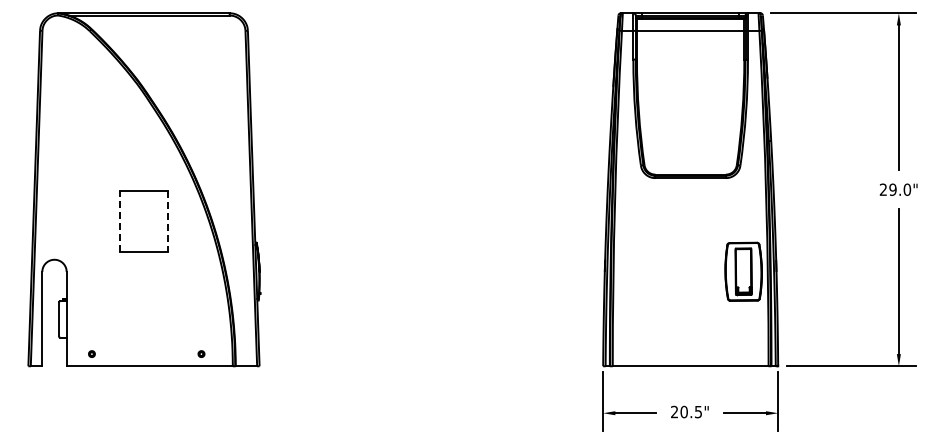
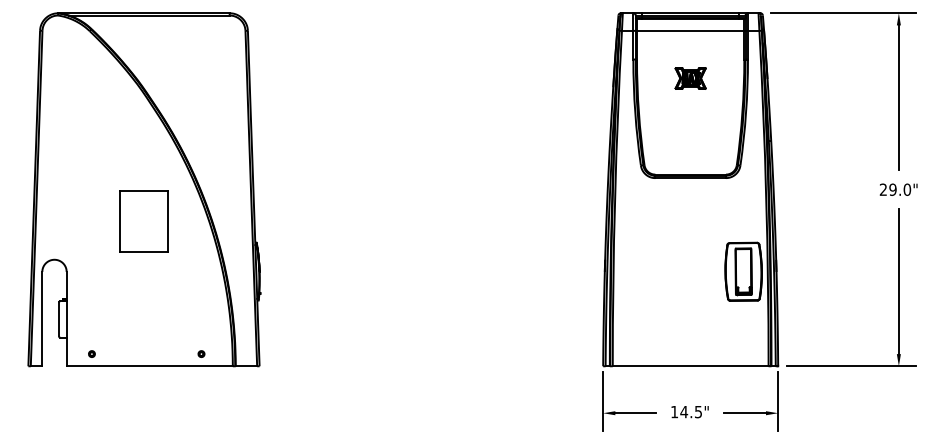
part at (690, 78): none -> present
line at (119, 220): dashed -> solid
line at (168, 221): dashed -> solid
text at (679, 411): 20.5" -> 14.5"
